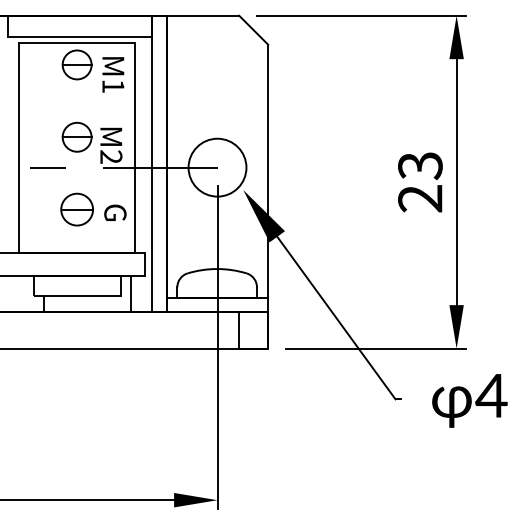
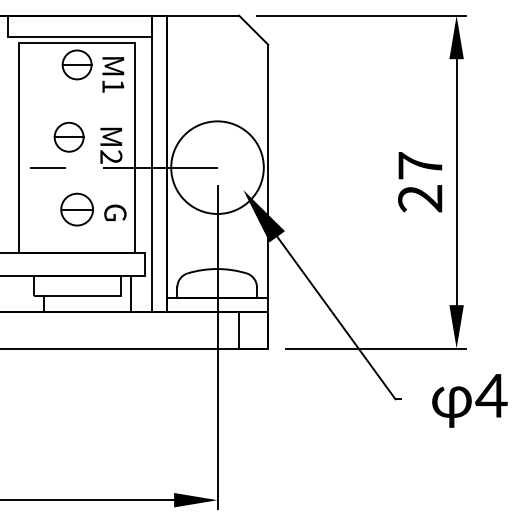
part at (76, 136) position: (76, 136) -> (68, 136)
text at (420, 166): 23 -> 27
circle at (217, 167) diameter: 58 px -> 93 px
